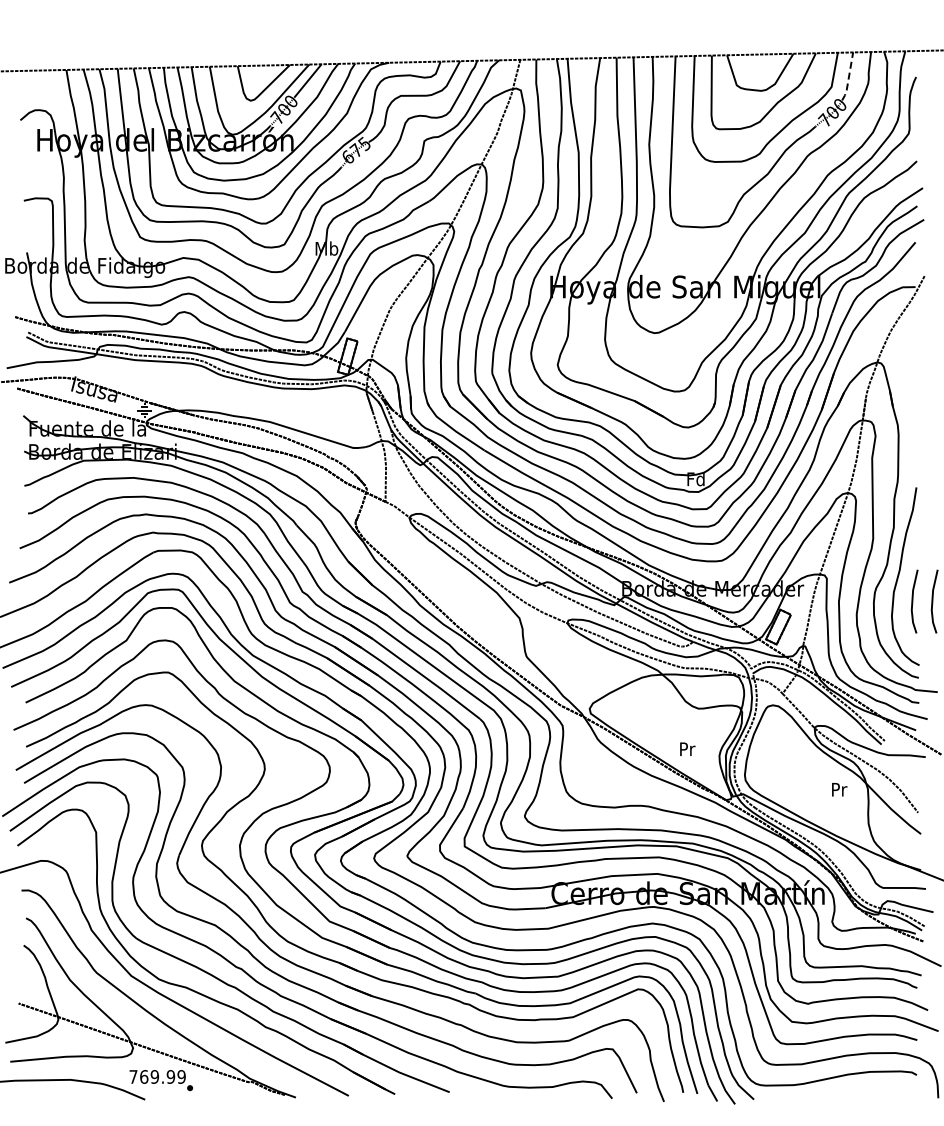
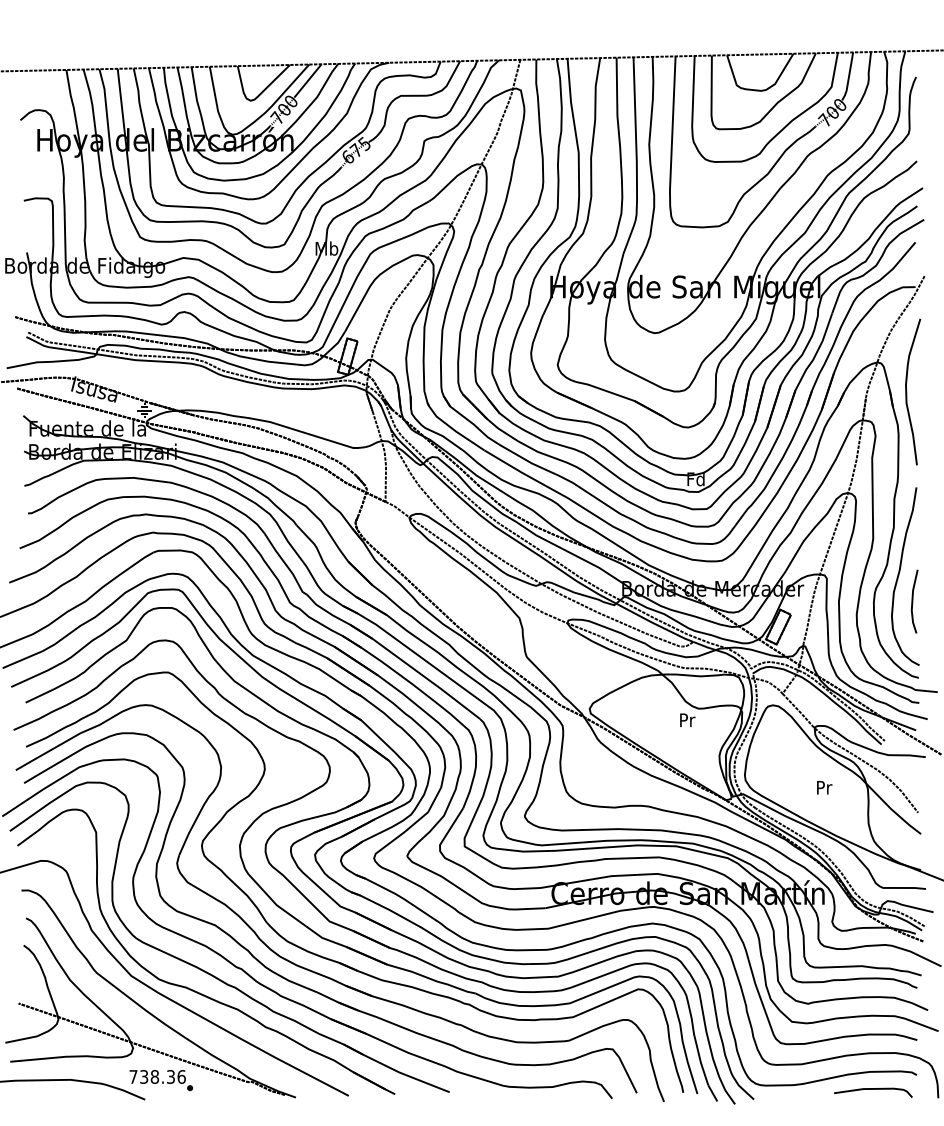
line at (848, 78): dashed -> solid
curve at (907, 391): none -> present
line at (933, 601): present -> none
text at (687, 748) position: (687, 748) -> (687, 719)
text at (839, 789) position: (839, 789) -> (824, 787)
text at (162, 1076): 769.99 -> 738.36
curve at (873, 1089): none -> present
